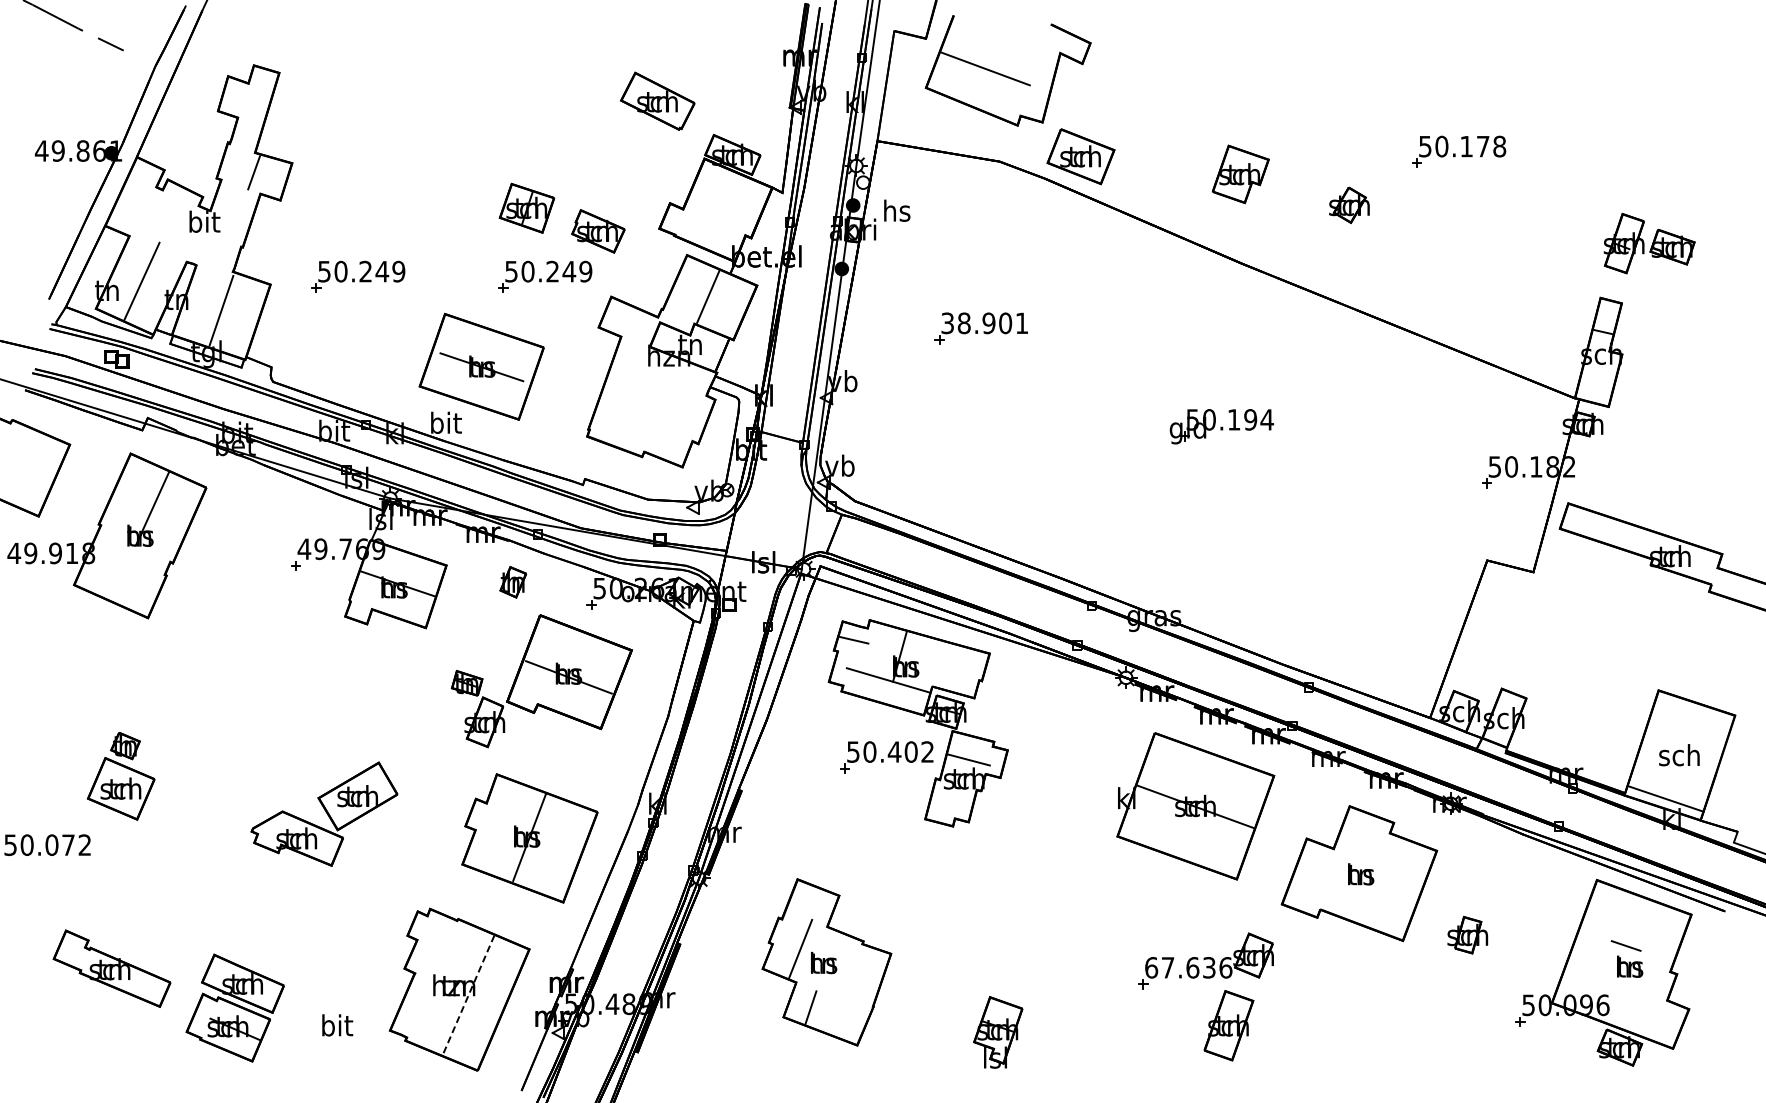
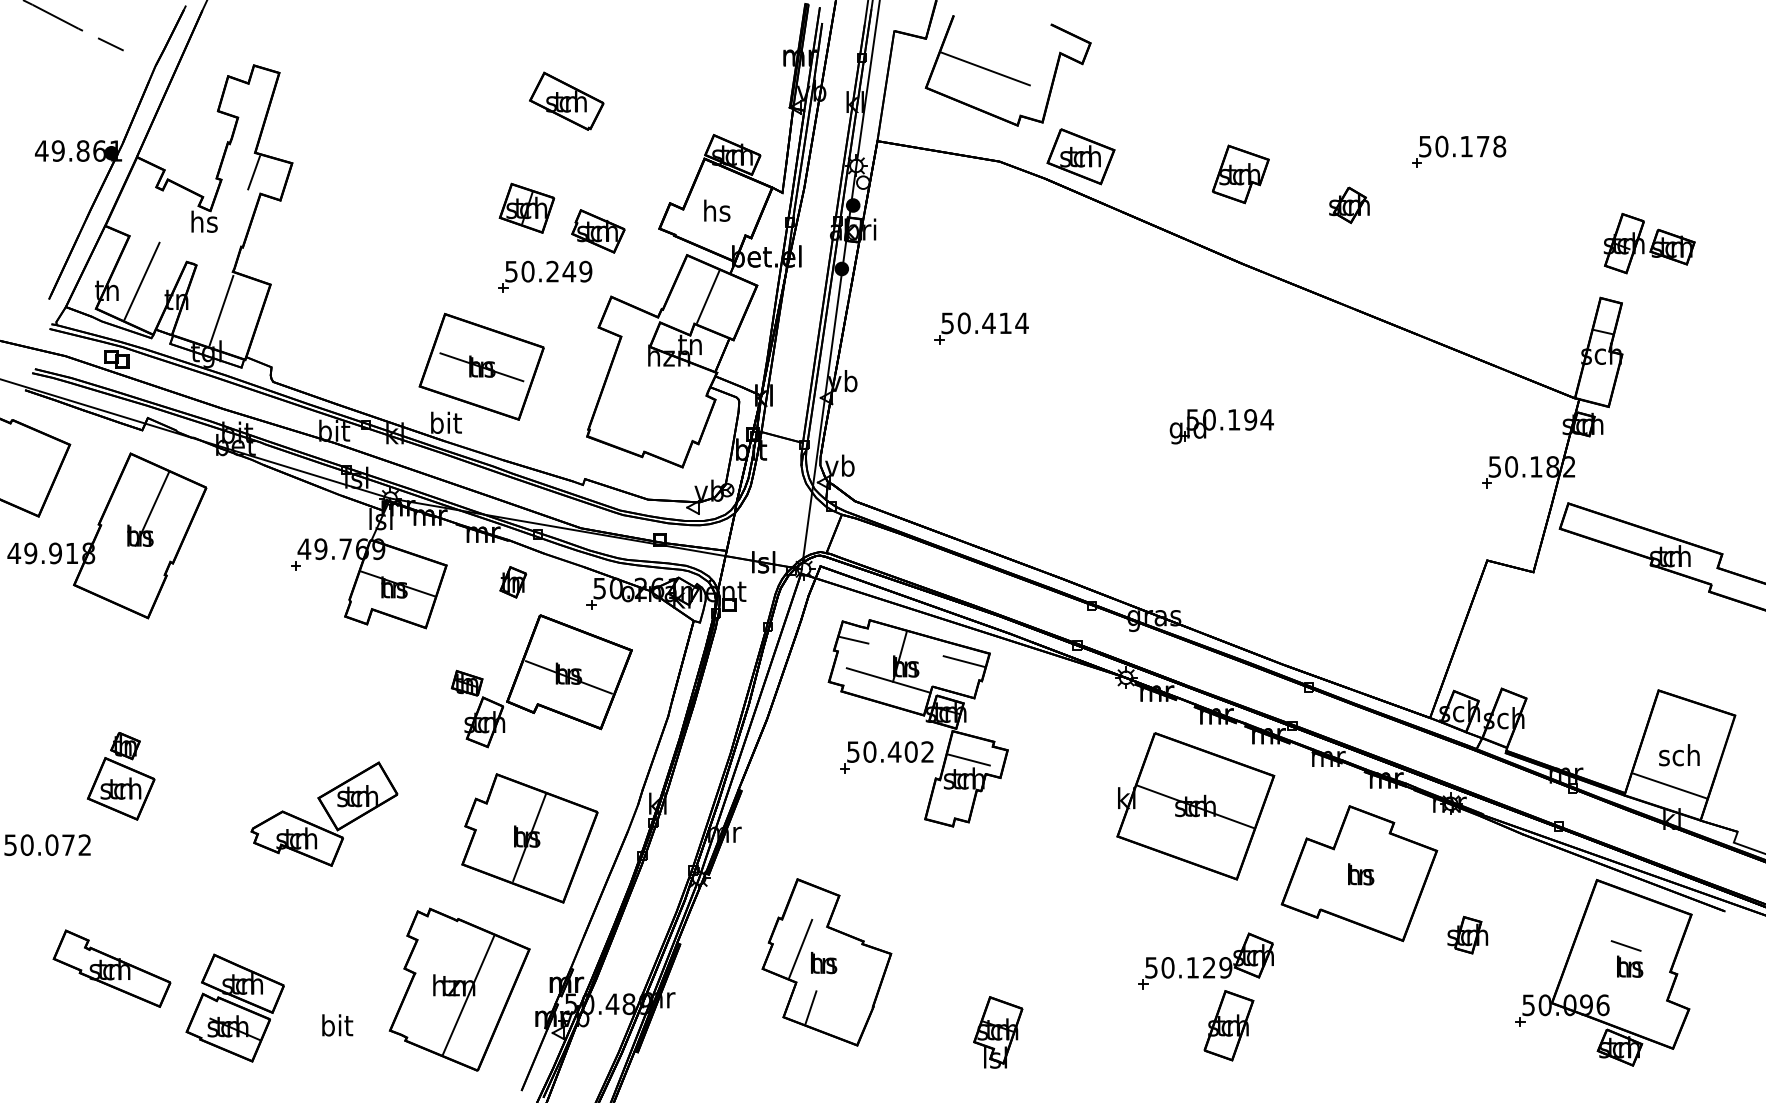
part at (657, 100) position: (657, 100) -> (566, 100)
text at (897, 210) position: (897, 210) -> (717, 210)
text at (204, 221): bit -> hs
part at (358, 276): present -> none
text at (985, 323): 38.901 -> 50.414
line at (963, 661): none -> present
line at (1665, 798) position: (1665, 798) -> (1669, 785)
text at (1188, 967): 67.636 -> 50.129
line at (468, 995): dashed -> solid
